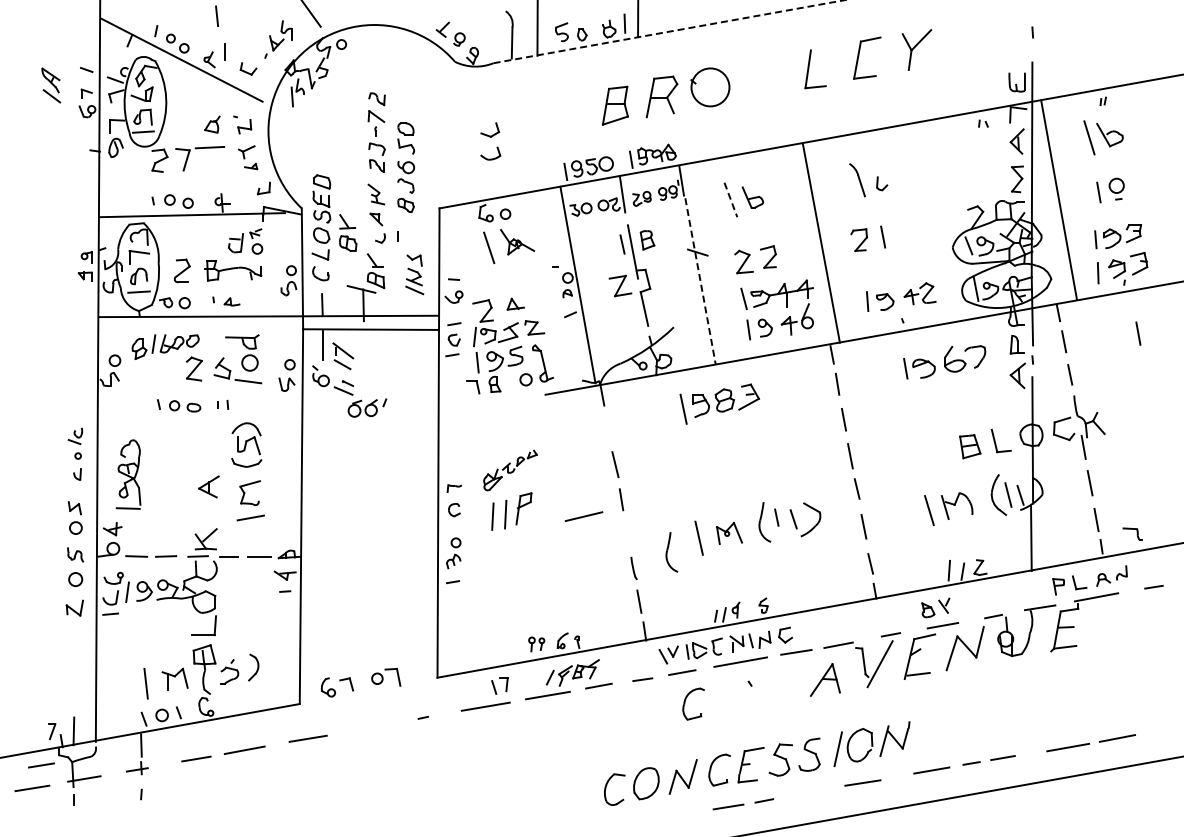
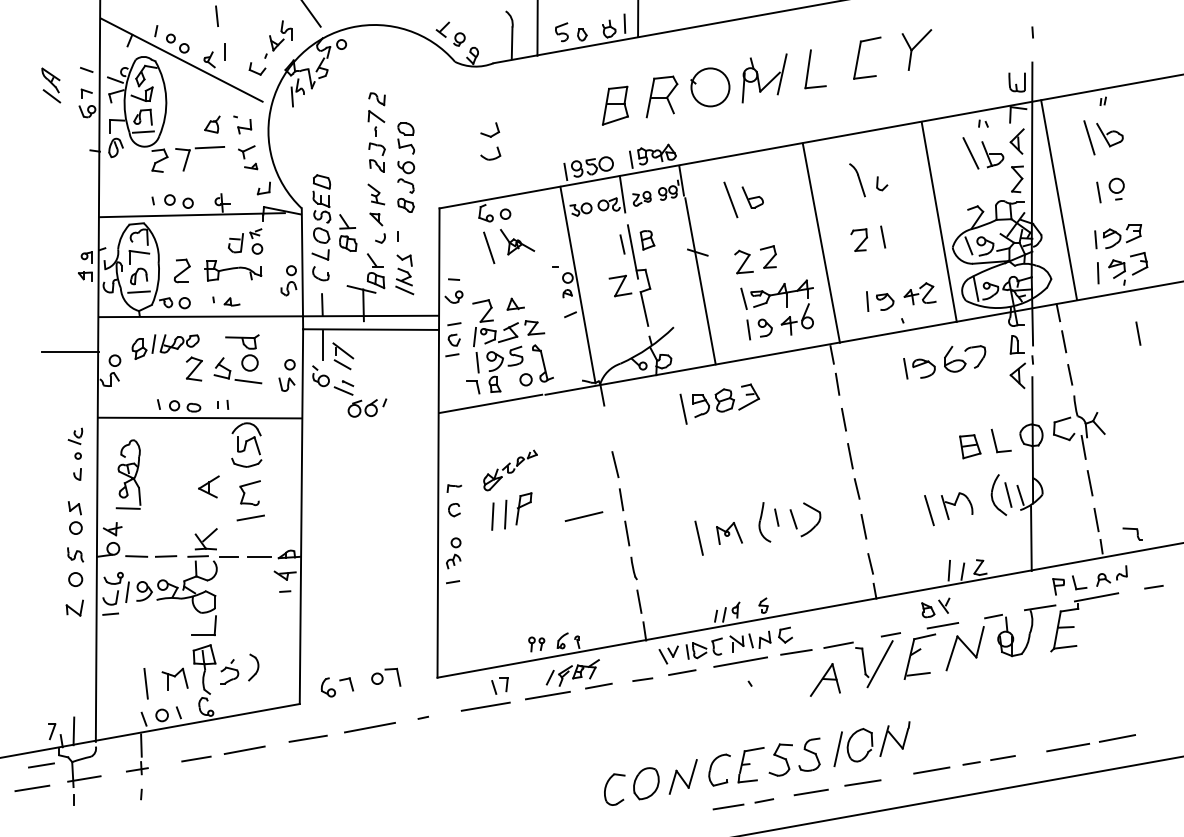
line at (669, 31): dashed -> solid
part at (248, 68) position: (248, 68) -> (257, 68)
part at (764, 78): none -> present
part at (983, 153): none -> present
line at (731, 200): dashed -> solid
line at (938, 221): none -> present
part at (414, 274) position: (414, 274) -> (404, 274)
line at (700, 281): dashed -> solid
line at (69, 352): none -> present
line at (490, 403): none -> present
line at (199, 417): none -> present
line at (627, 533): none -> present
part at (671, 552): present -> none
part at (685, 703): present -> none
line at (369, 727): none -> present
line at (810, 792): none -> present
